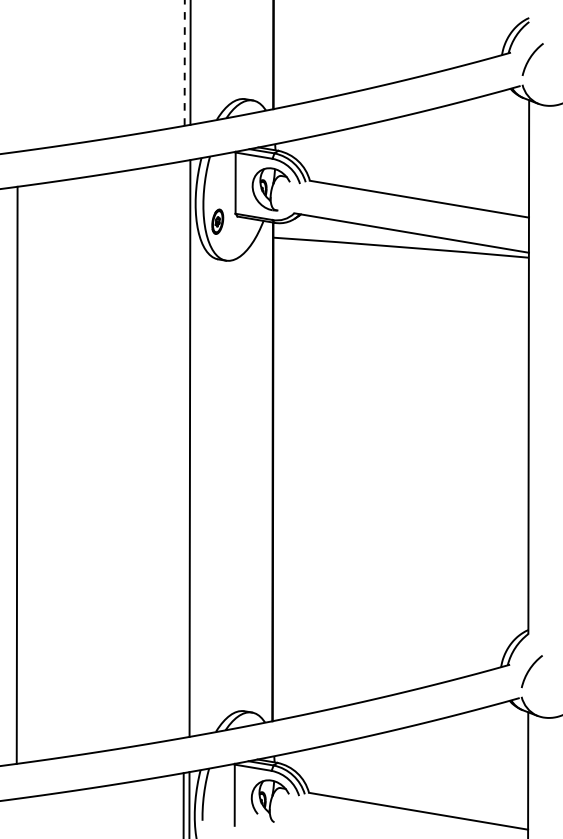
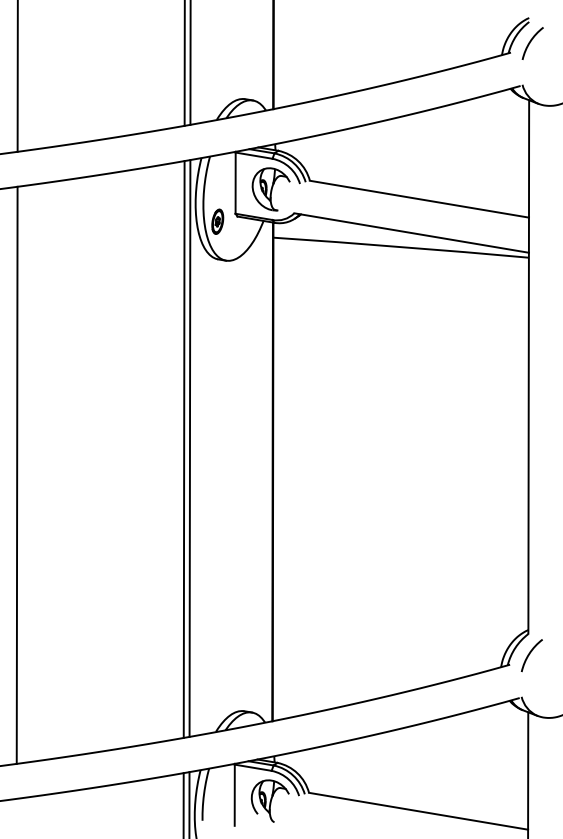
arc at (530, 59) position: (530, 59) -> (530, 43)
line at (184, 62): dashed -> solid
line at (17, 76): none -> present
line at (183, 449): none -> present
arc at (530, 670) position: (530, 670) -> (530, 654)
